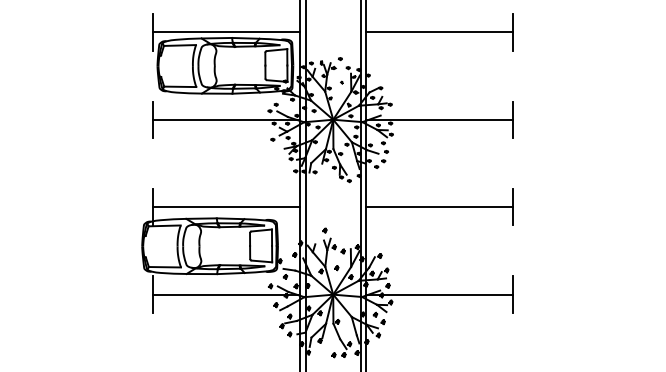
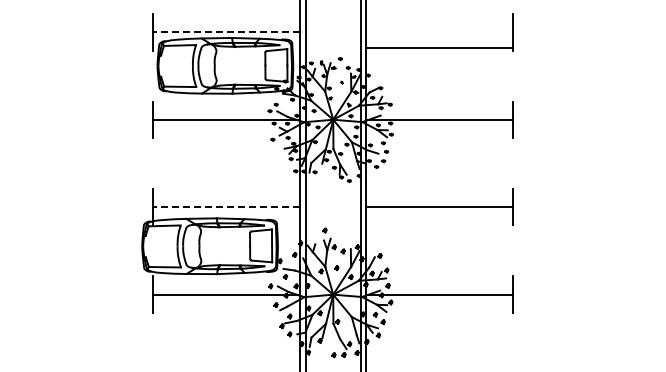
line at (226, 32): solid -> dashed
line at (439, 32) position: (439, 32) -> (439, 48)
line at (226, 207): solid -> dashed
